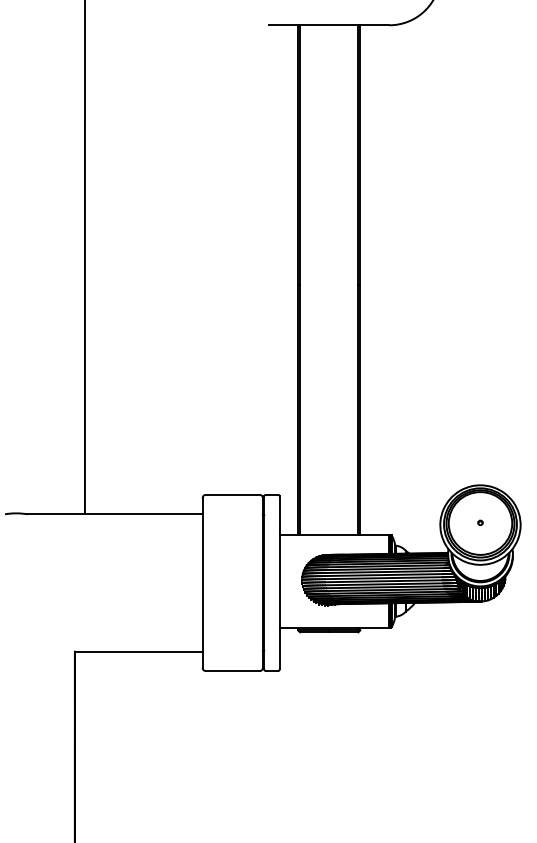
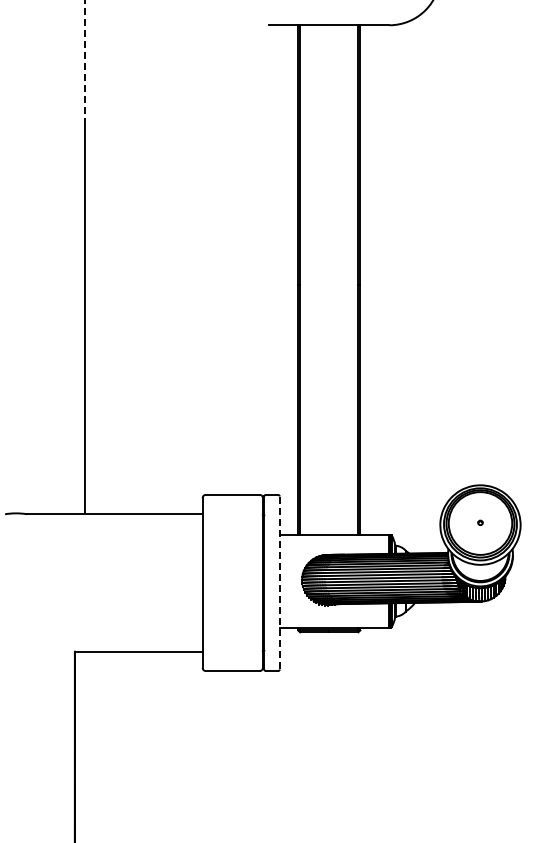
line at (84, 60): solid -> dashed
line at (279, 582): solid -> dashed
